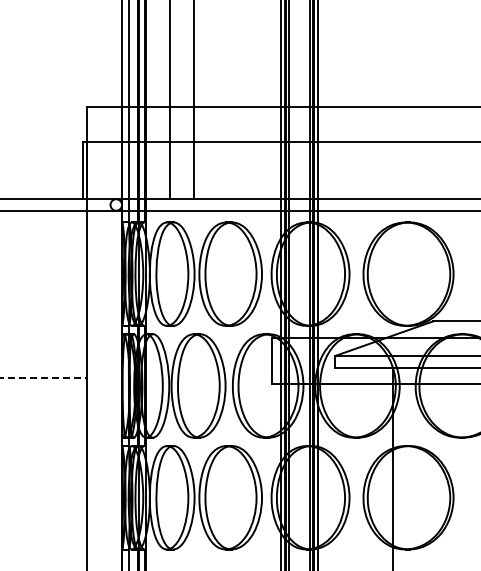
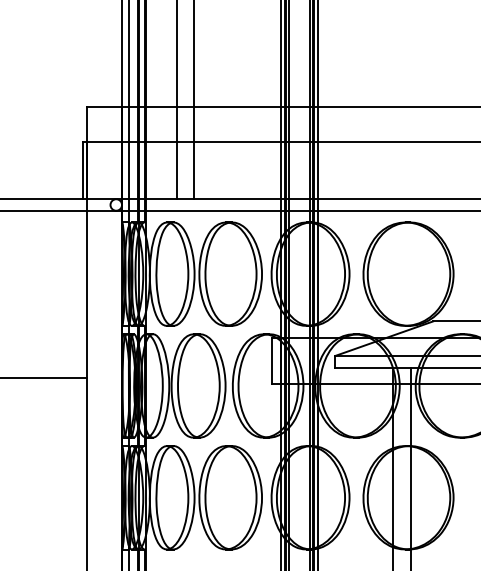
line at (170, 100) position: (170, 100) -> (177, 100)
line at (44, 378): dashed -> solid
line at (410, 467): none -> present
